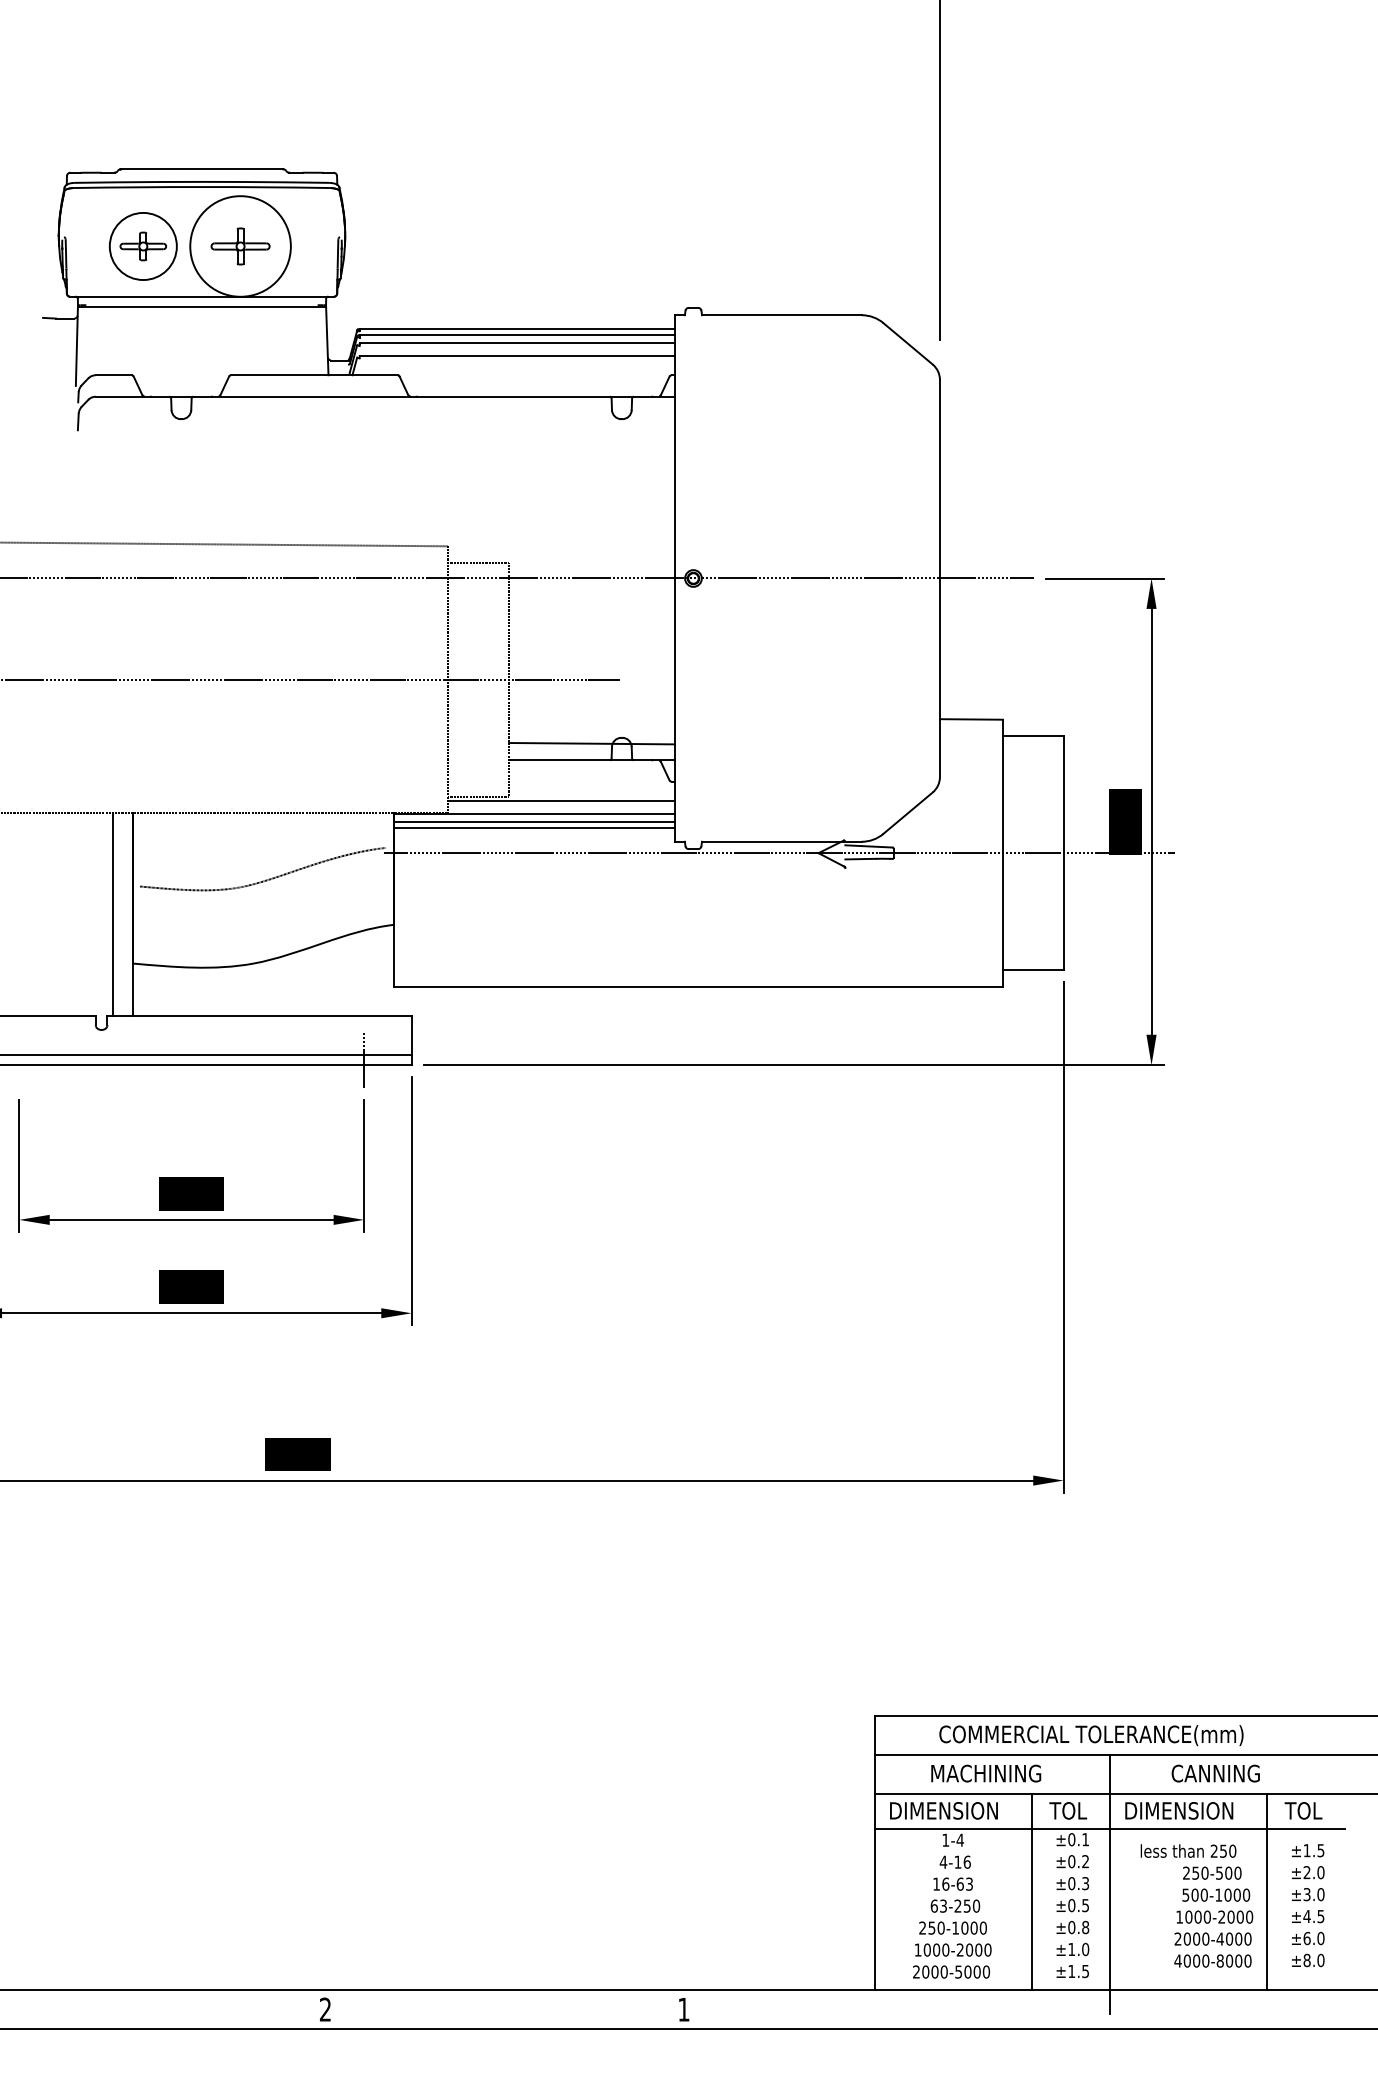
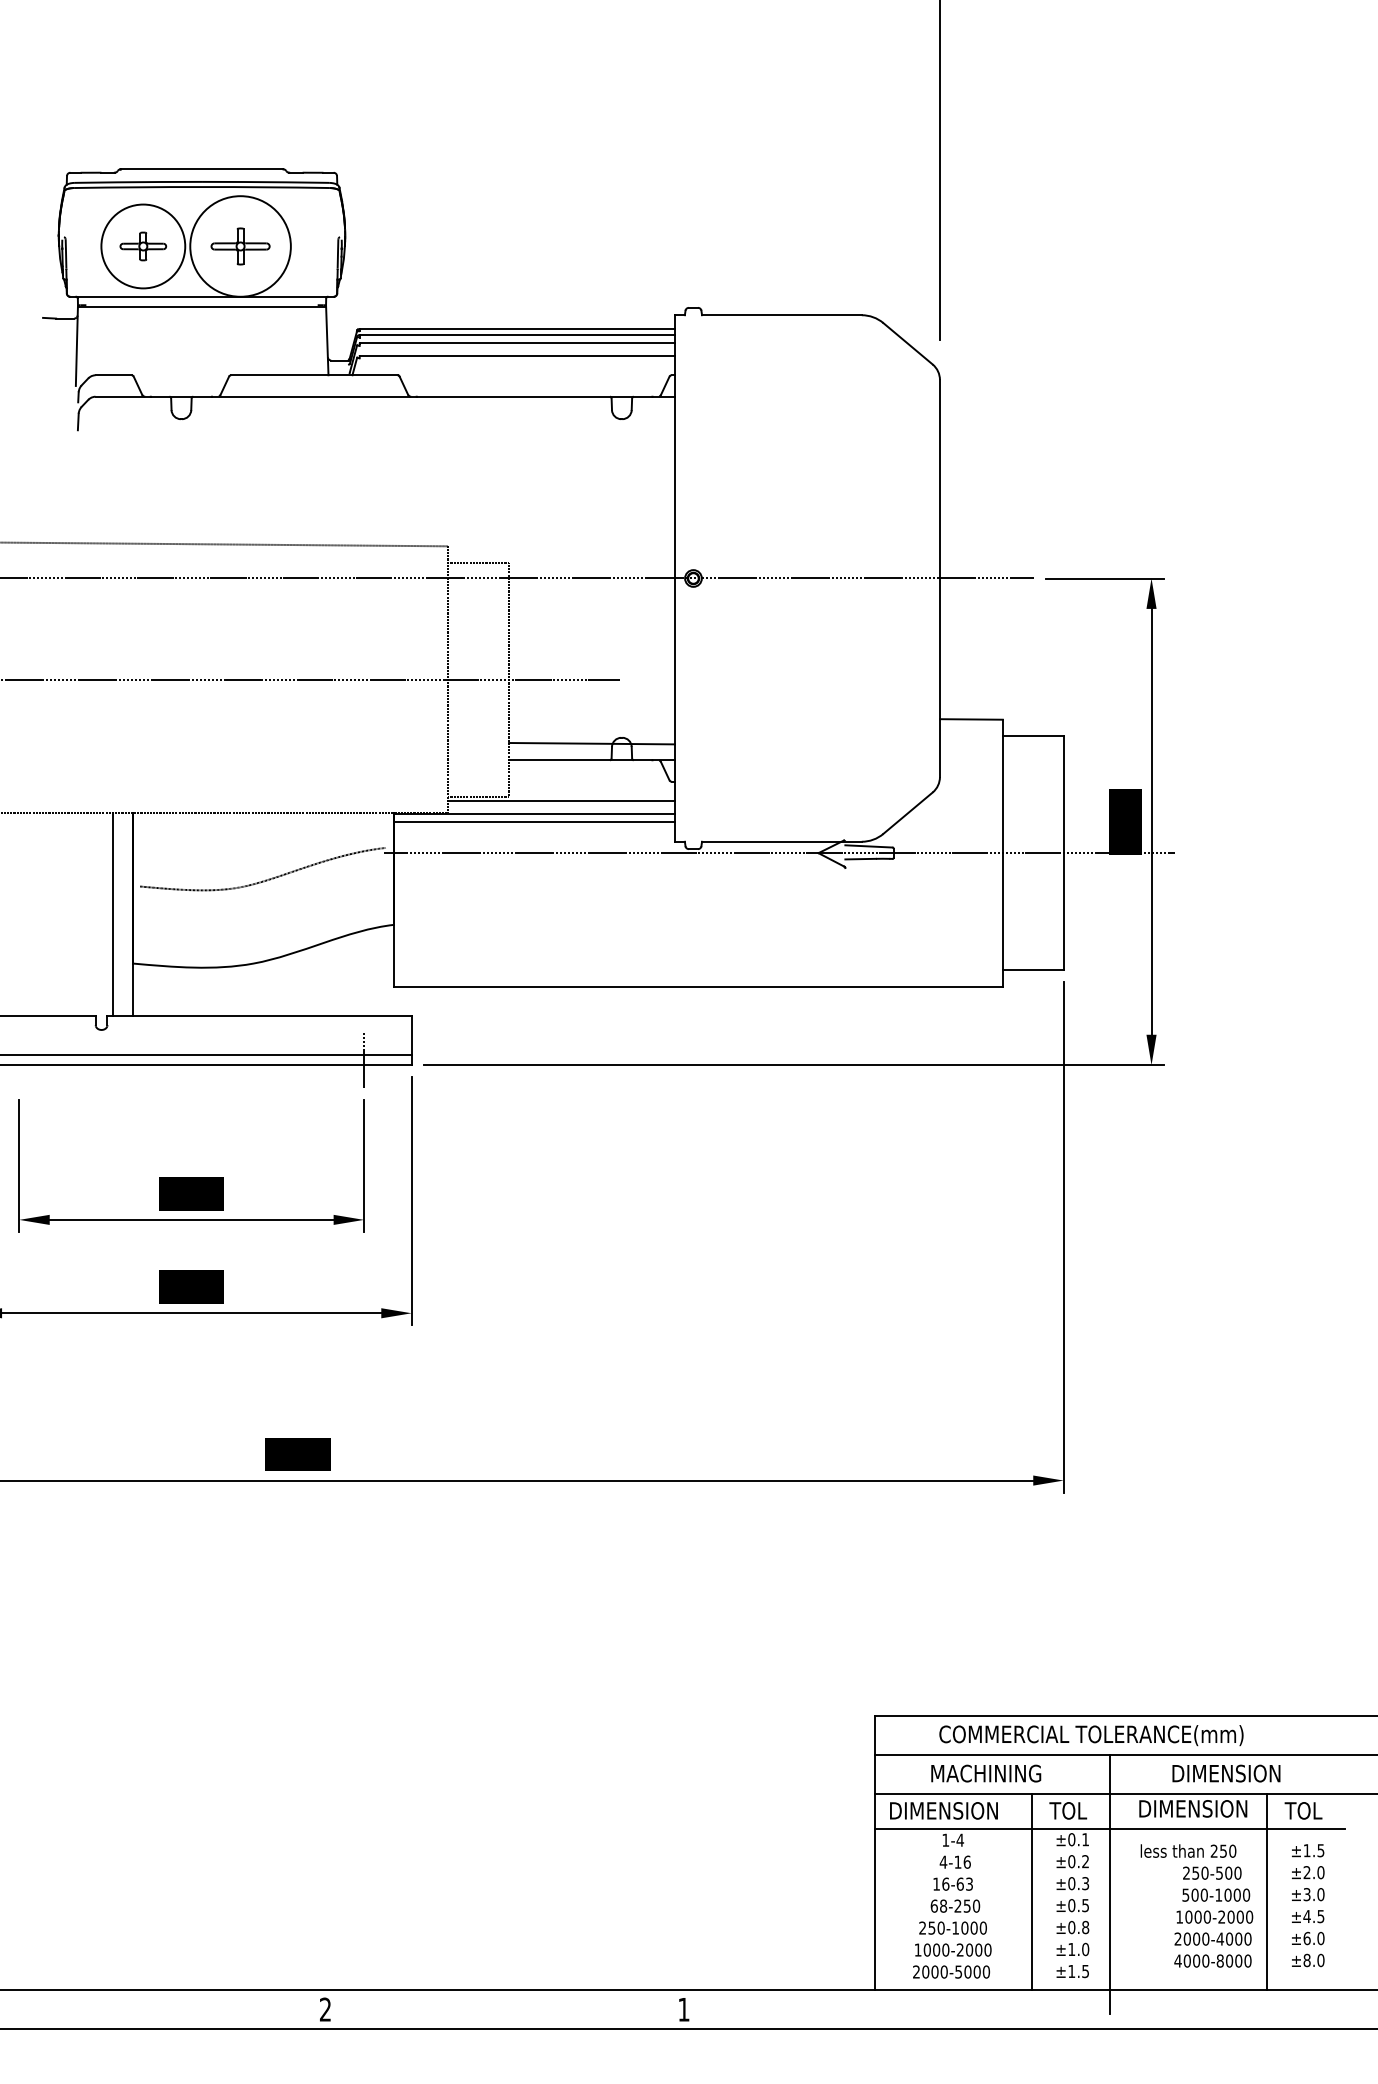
circle at (142, 246) diameter: 67 px -> 84 px
line at (534, 828): present -> none
text at (1225, 1773): CANNING -> DIMENSION
text at (1179, 1810) position: (1179, 1810) -> (1193, 1808)
text at (943, 1905): 63-250 -> 68-250
